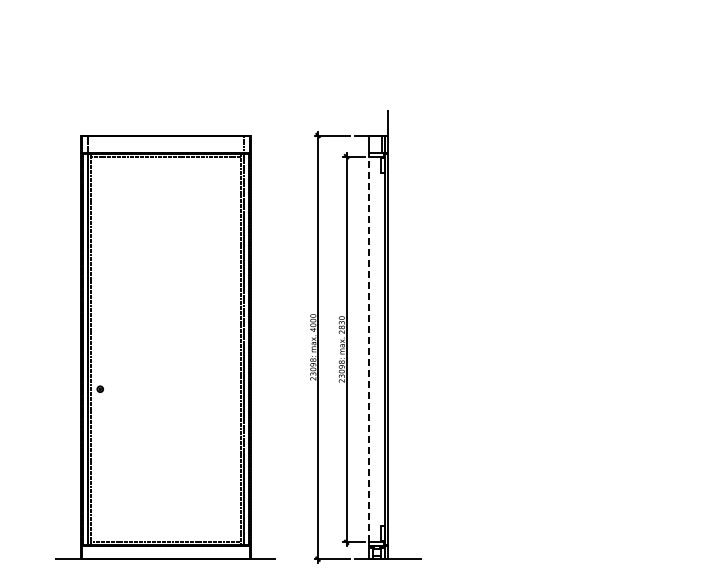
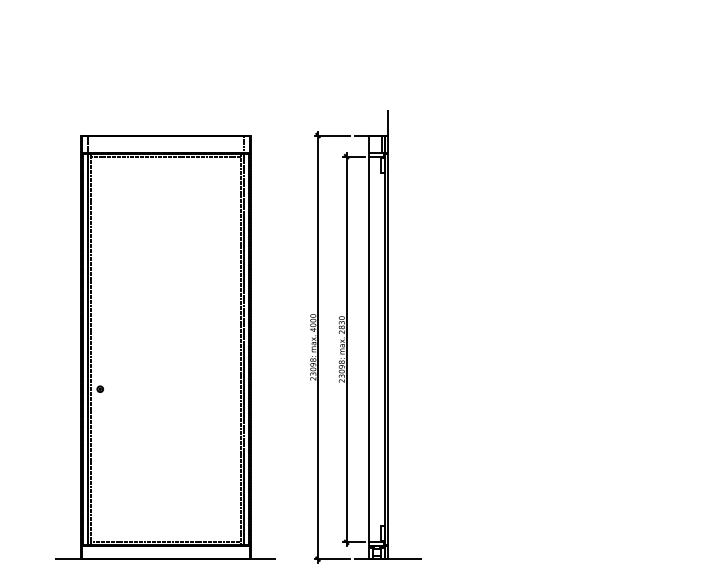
line at (369, 349): dashed -> solid
